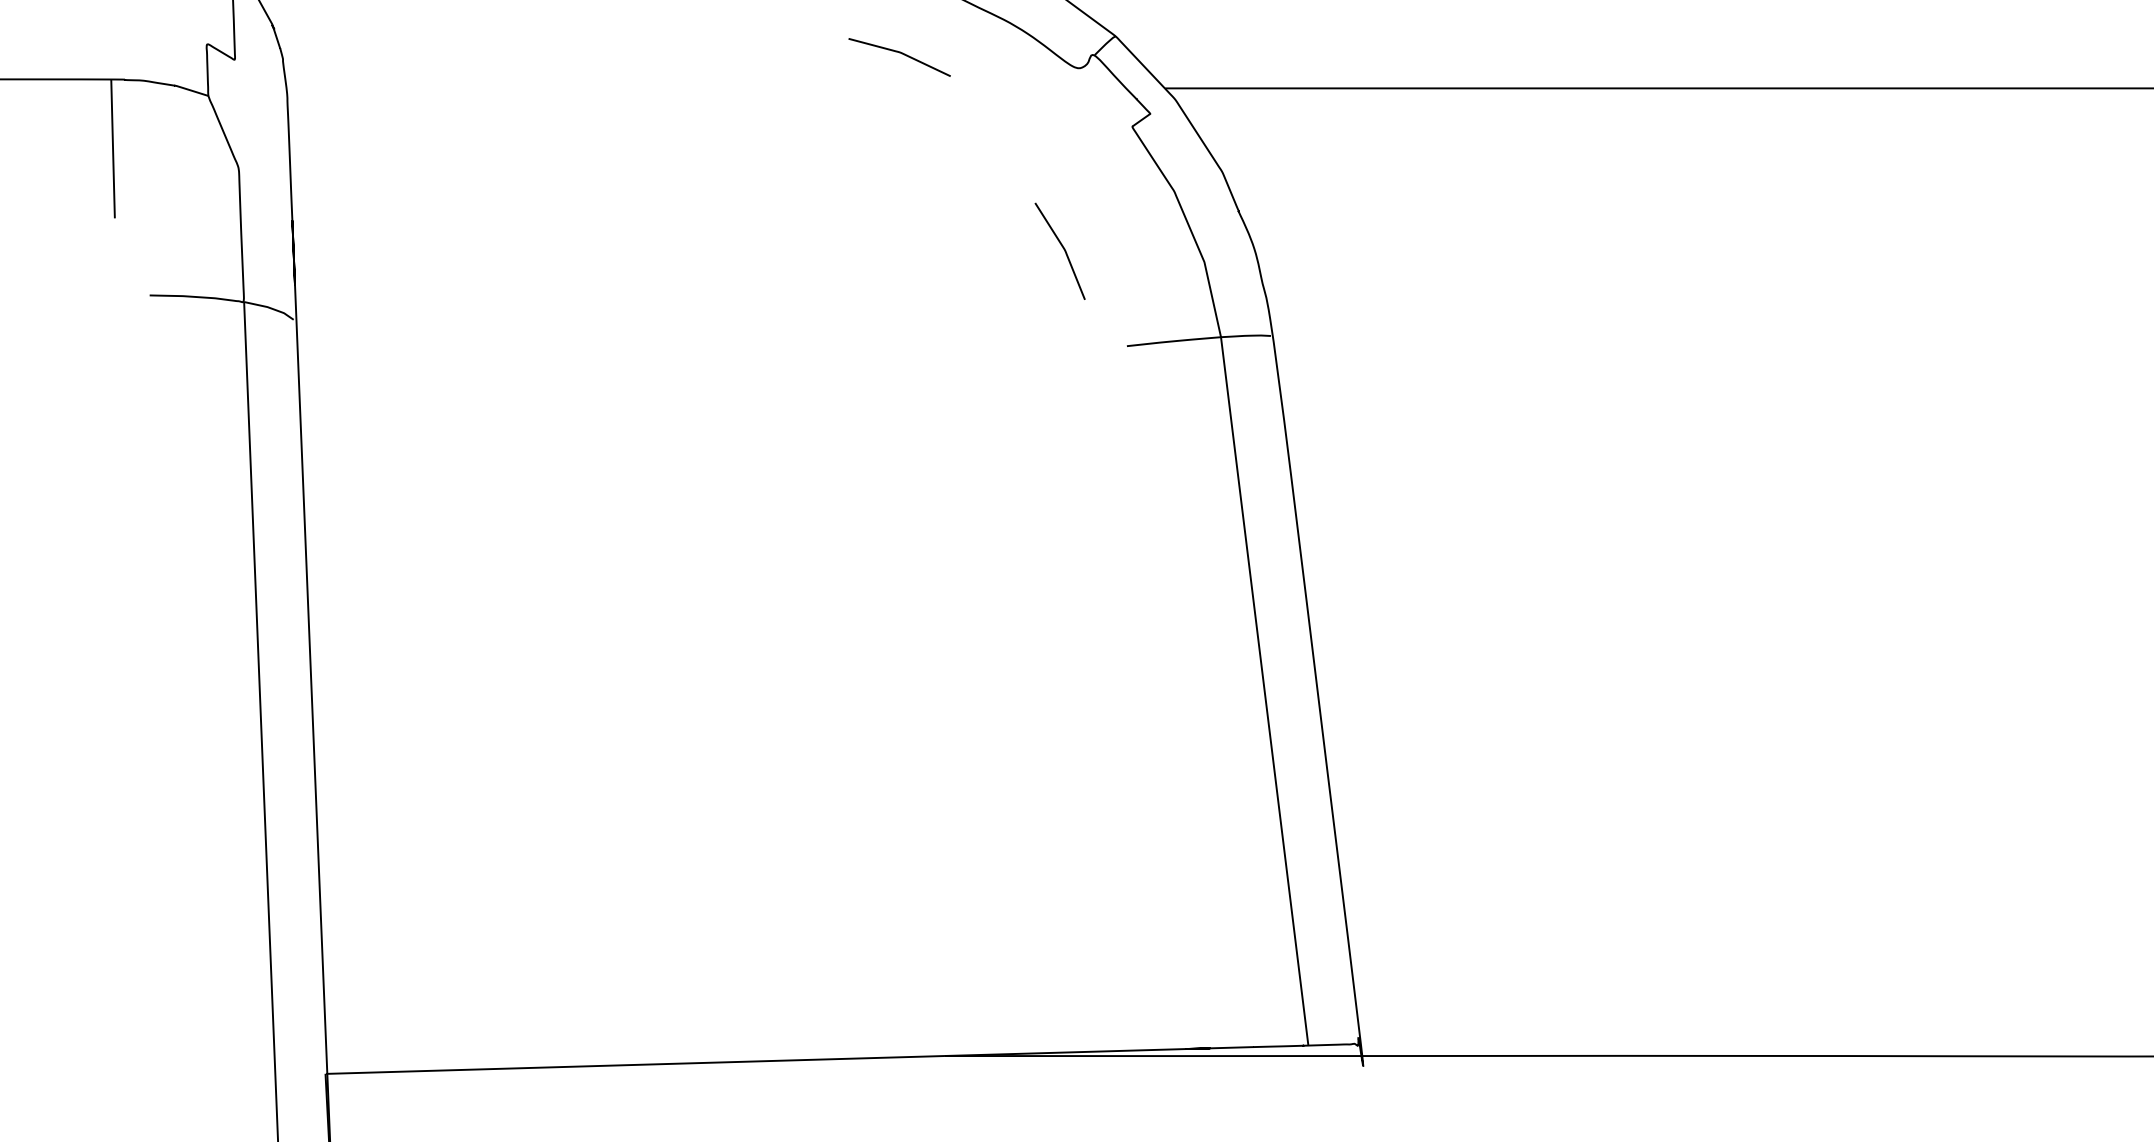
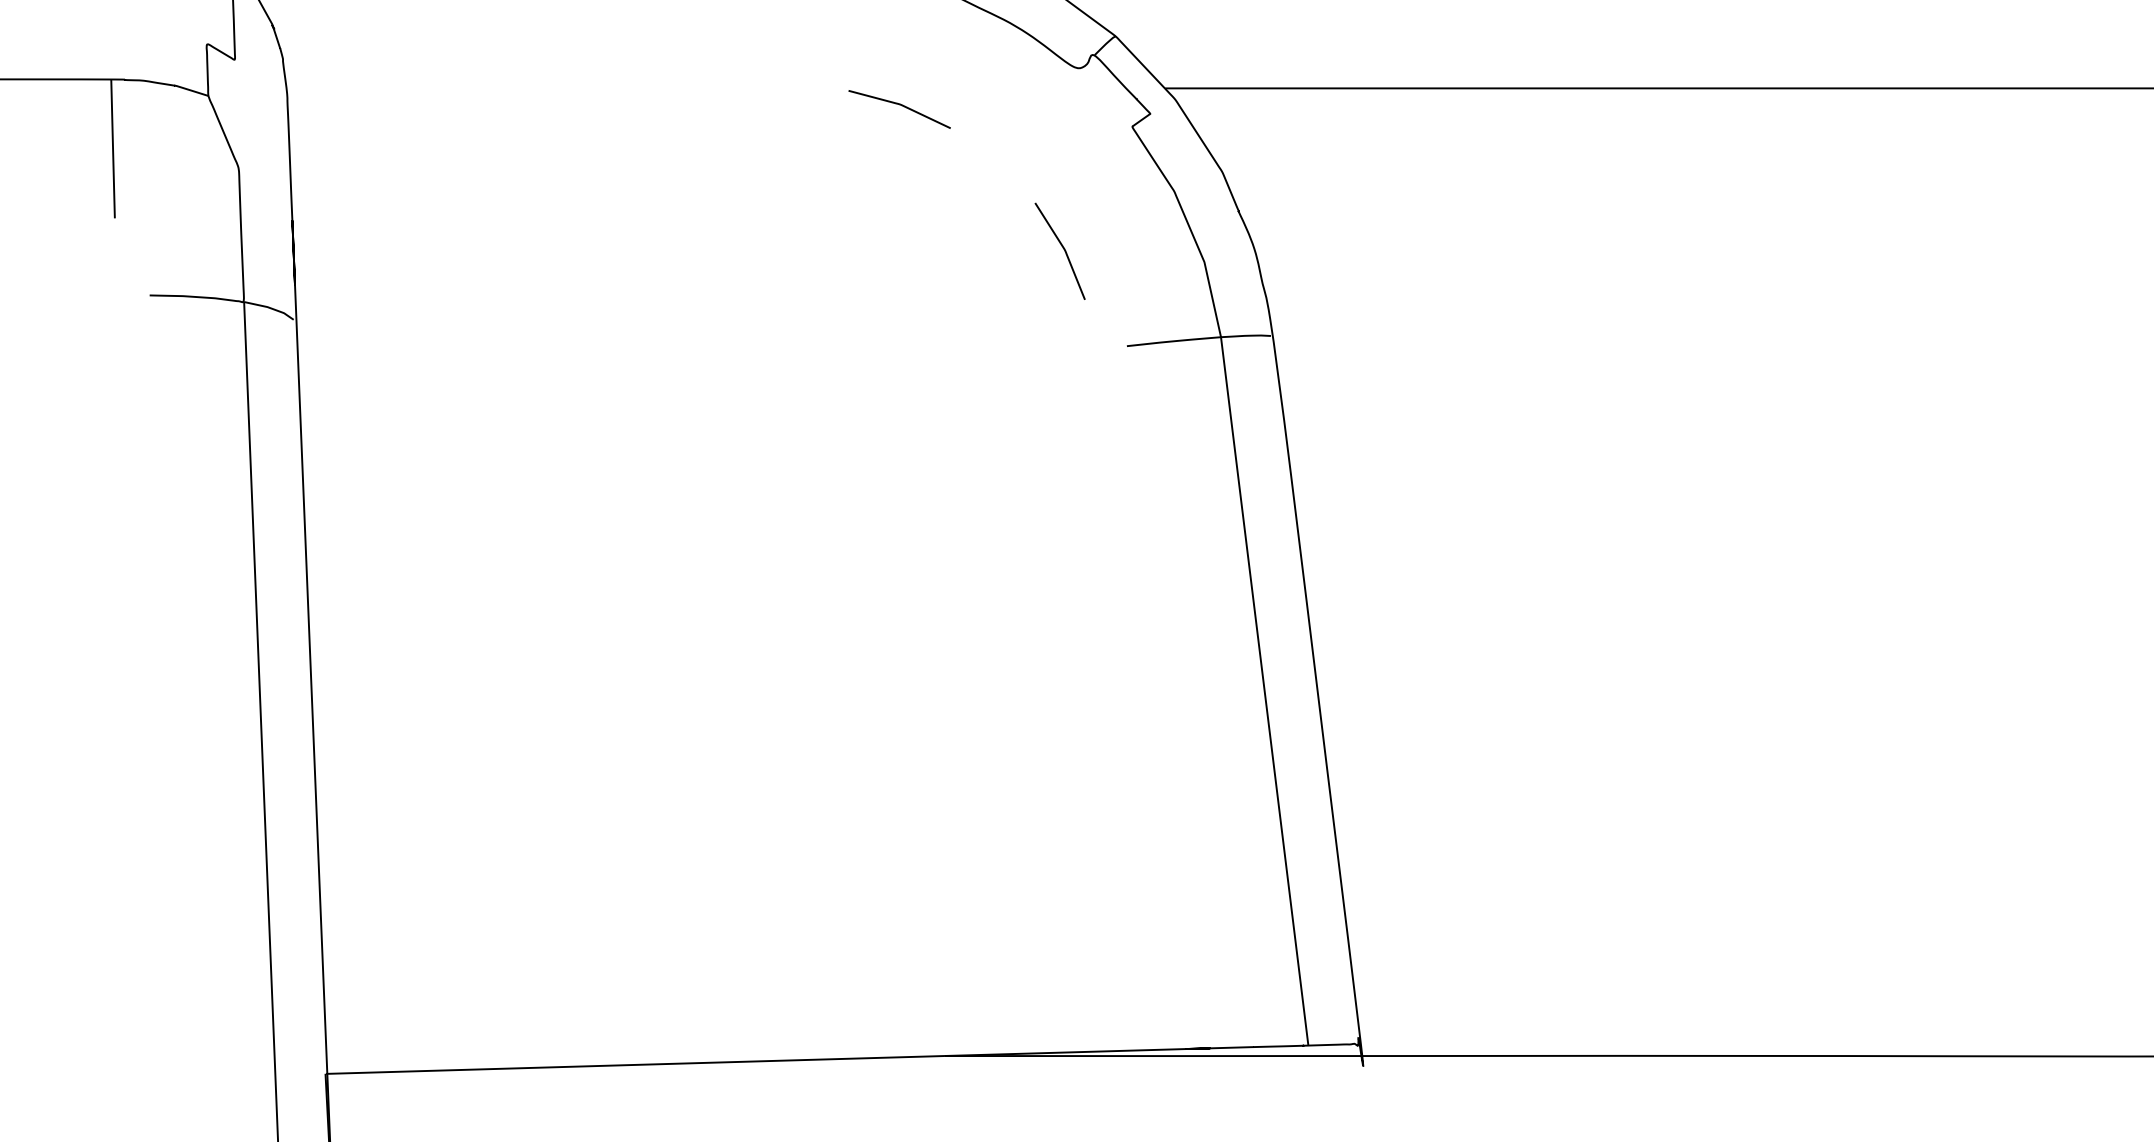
curve at (901, 54) position: (901, 54) -> (901, 106)
